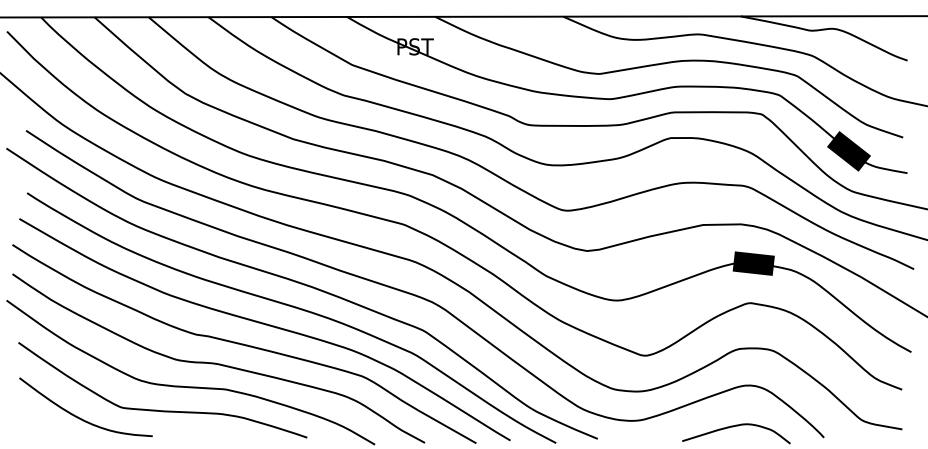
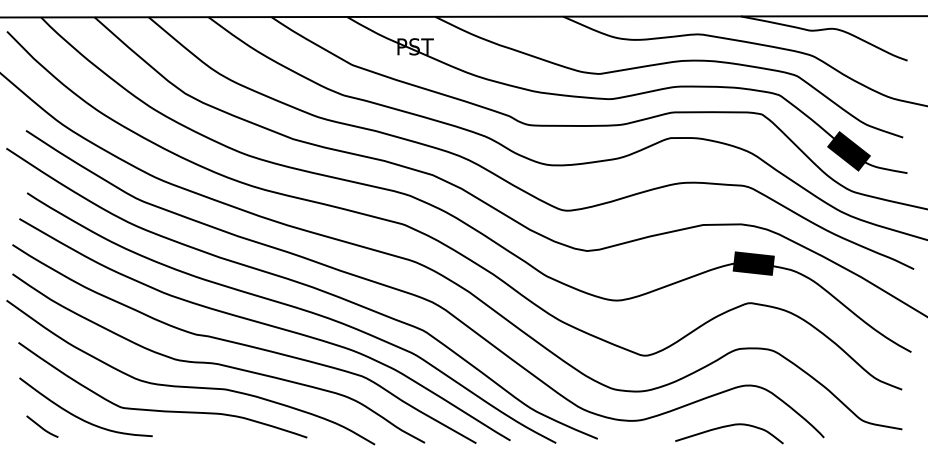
curve at (41, 426): none -> present
curve at (733, 427) position: (733, 427) -> (726, 427)
